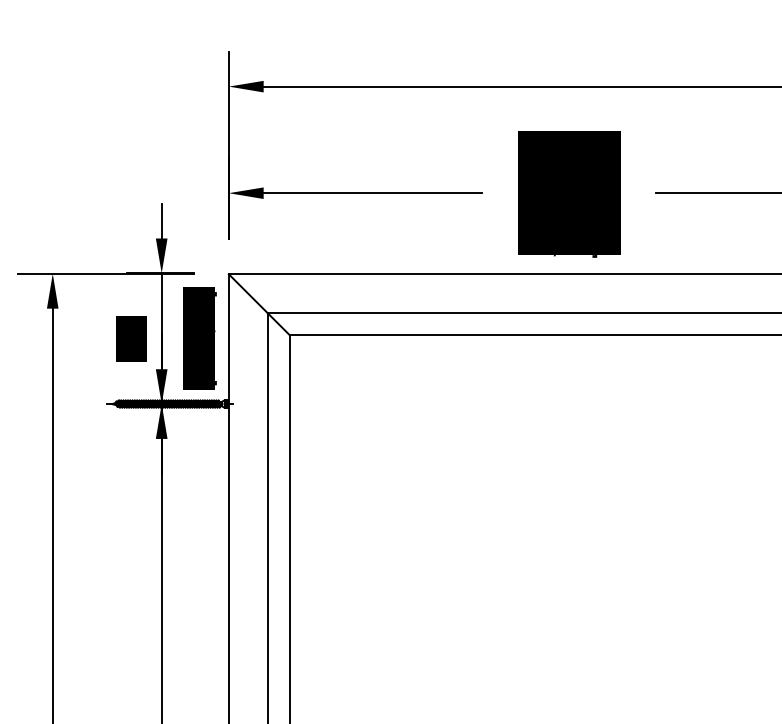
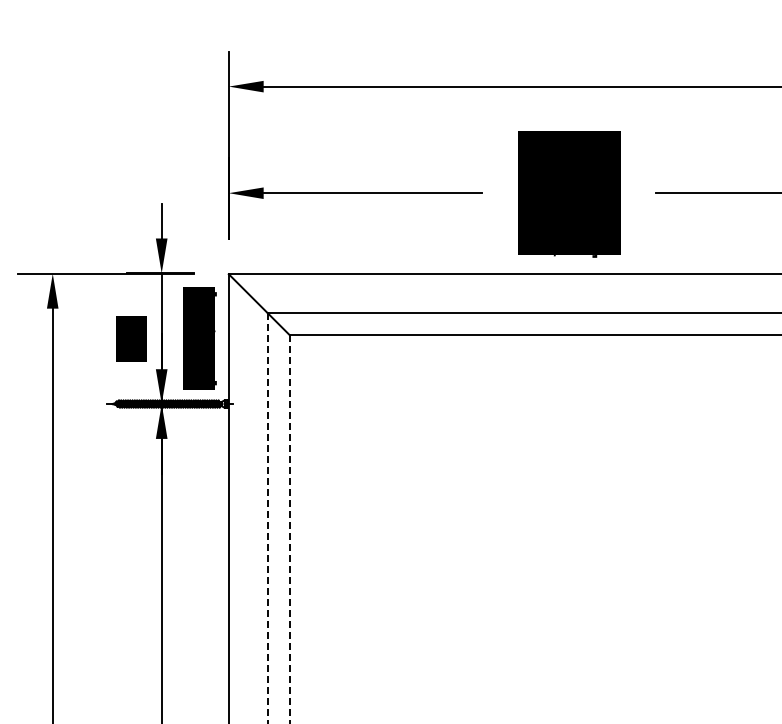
line at (268, 518): solid -> dashed
line at (289, 529): solid -> dashed
